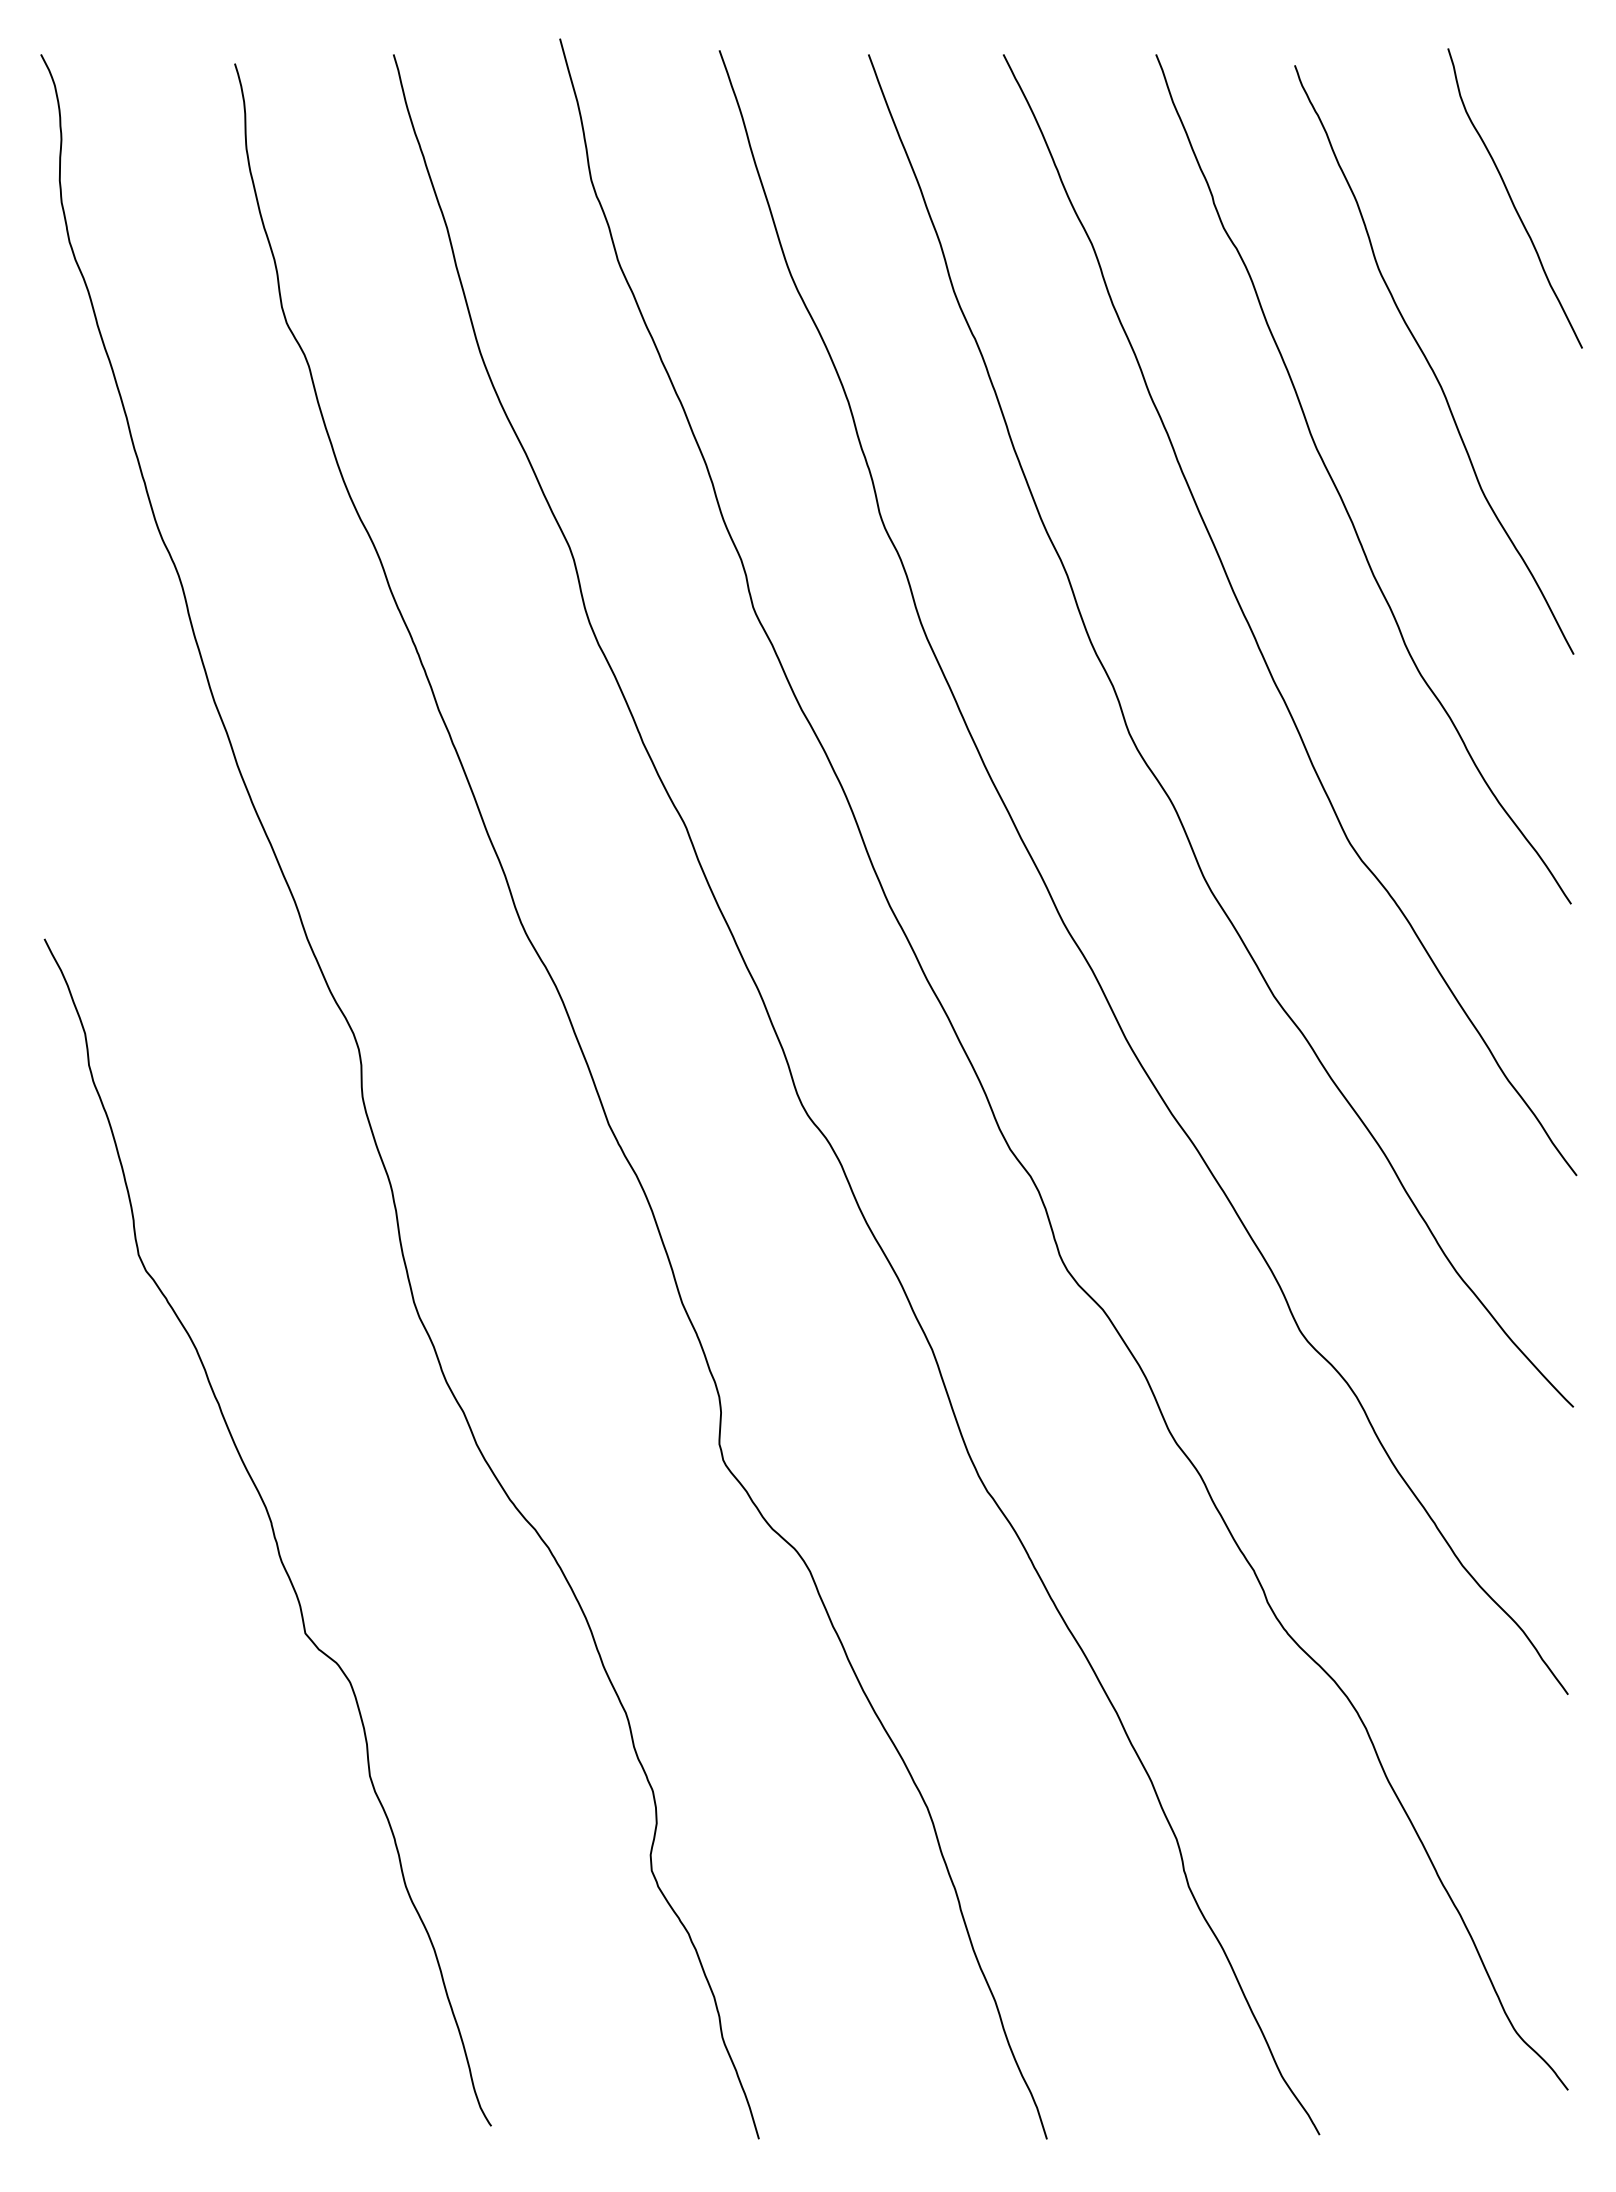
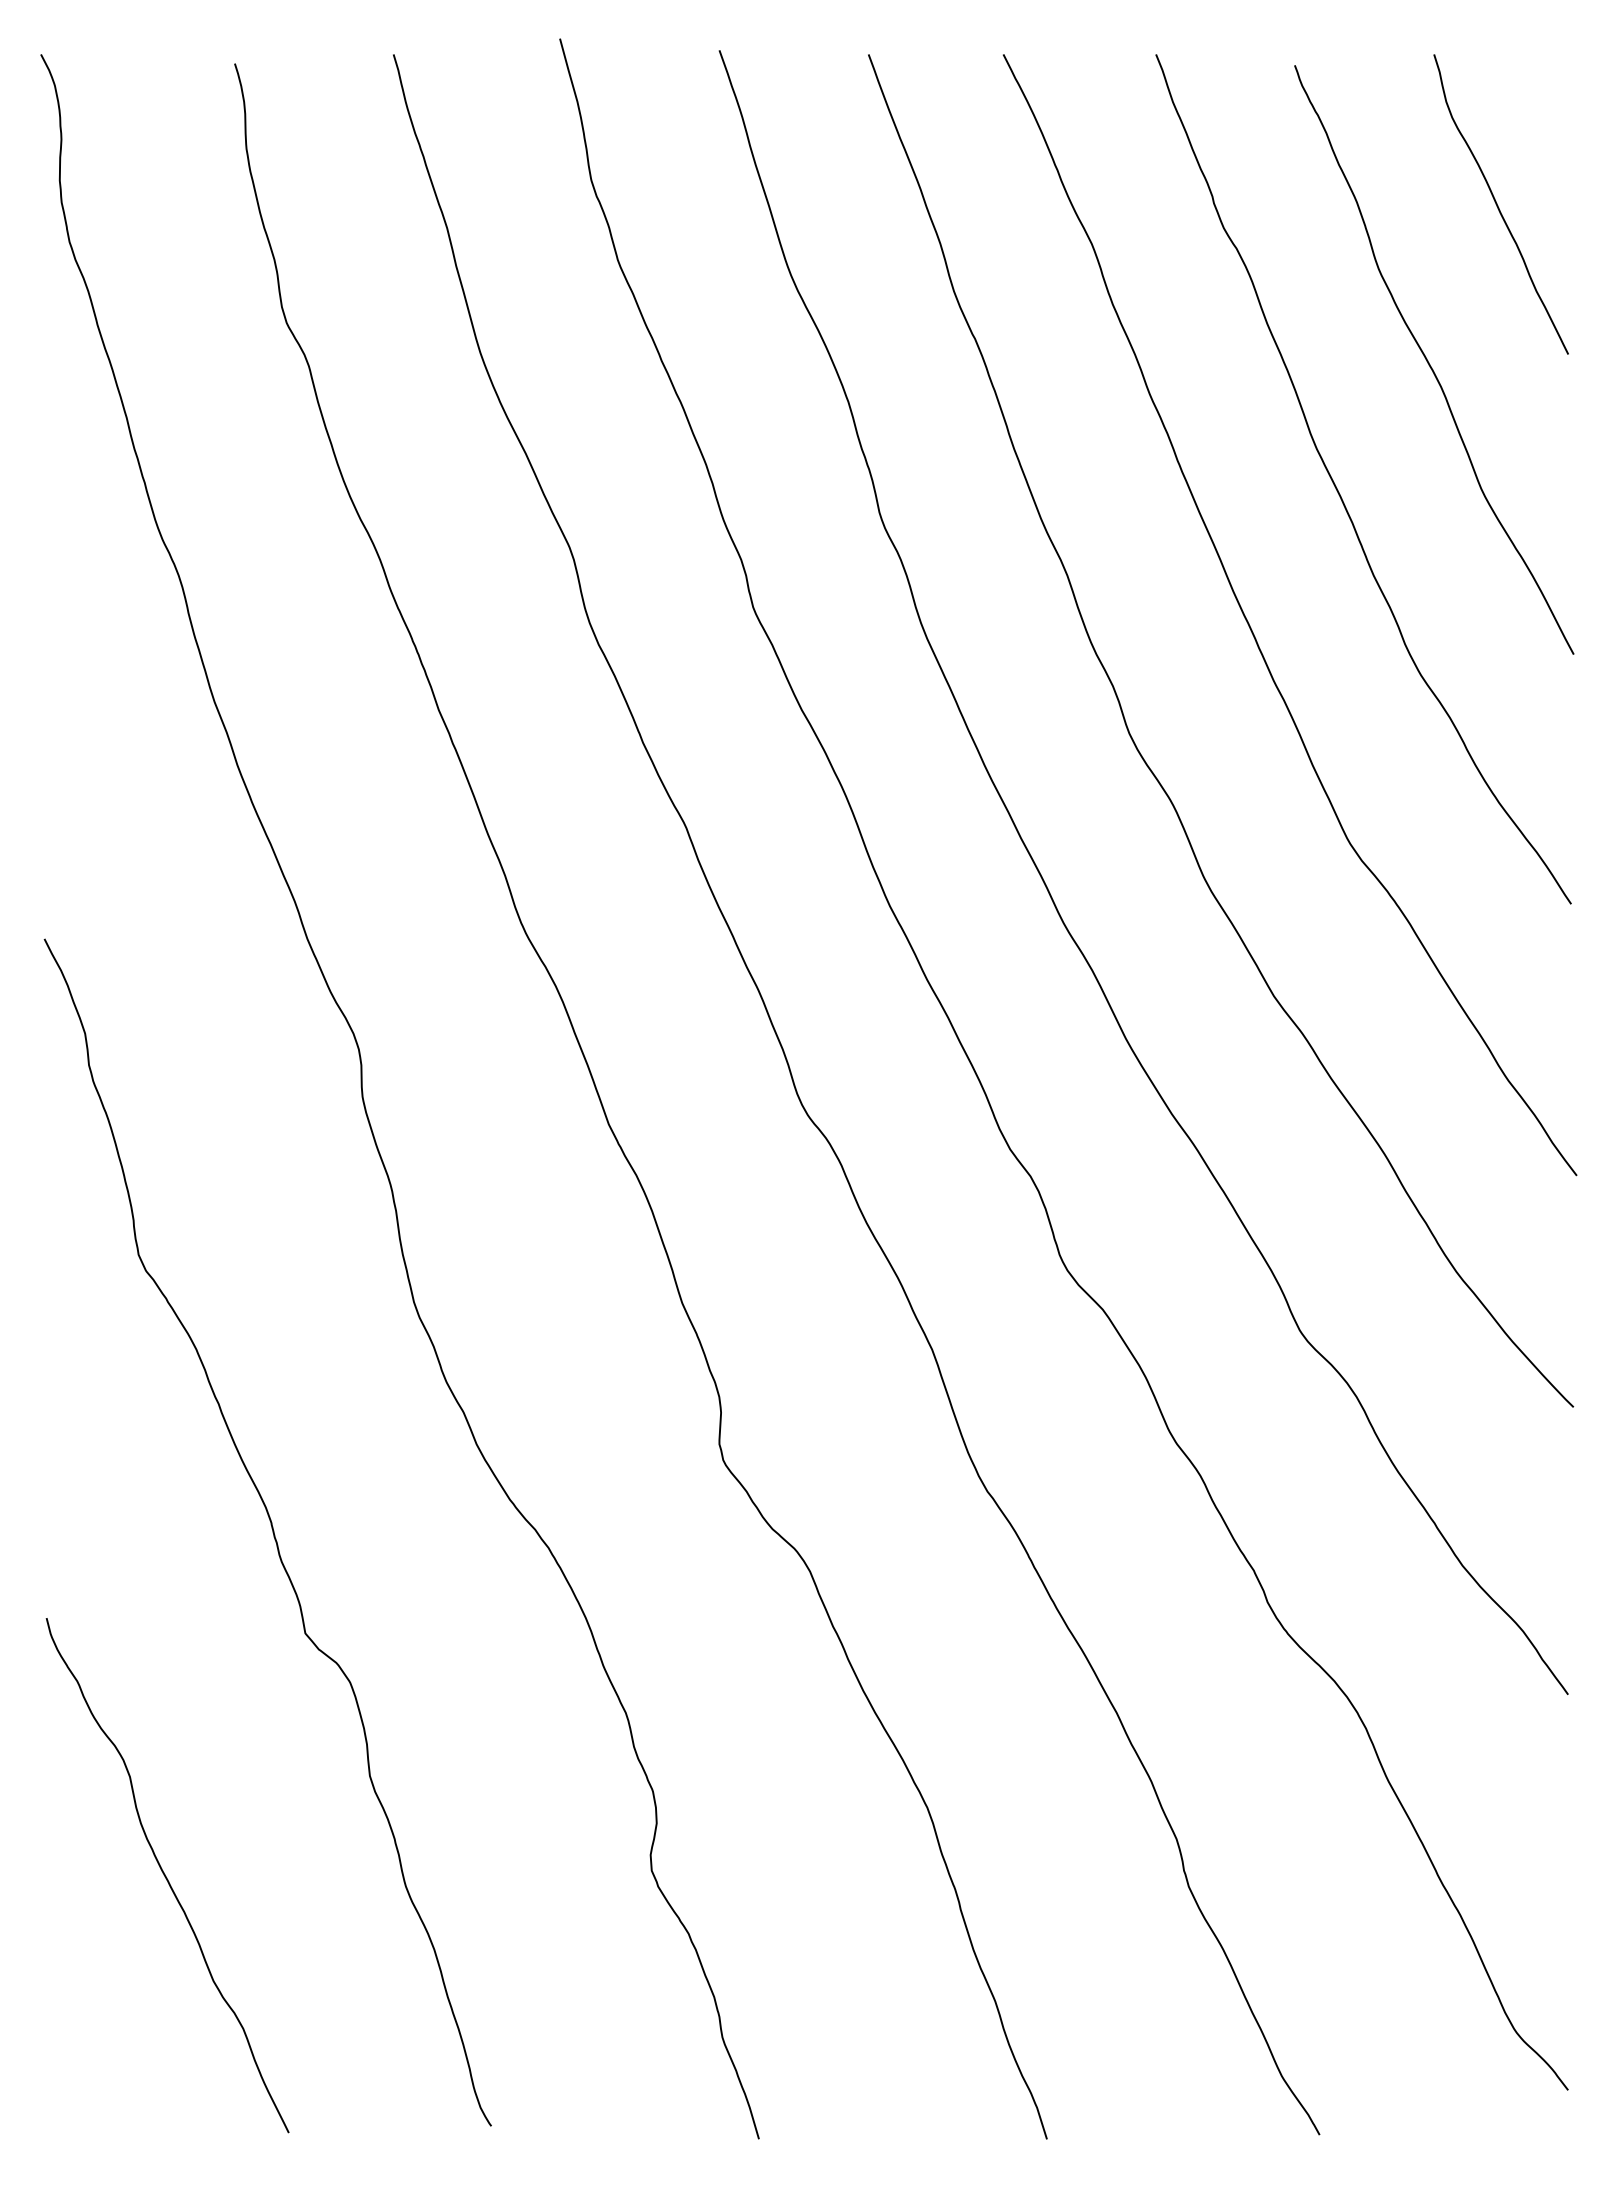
curve at (1512, 199) position: (1512, 199) -> (1498, 205)
curve at (166, 1876): none -> present
